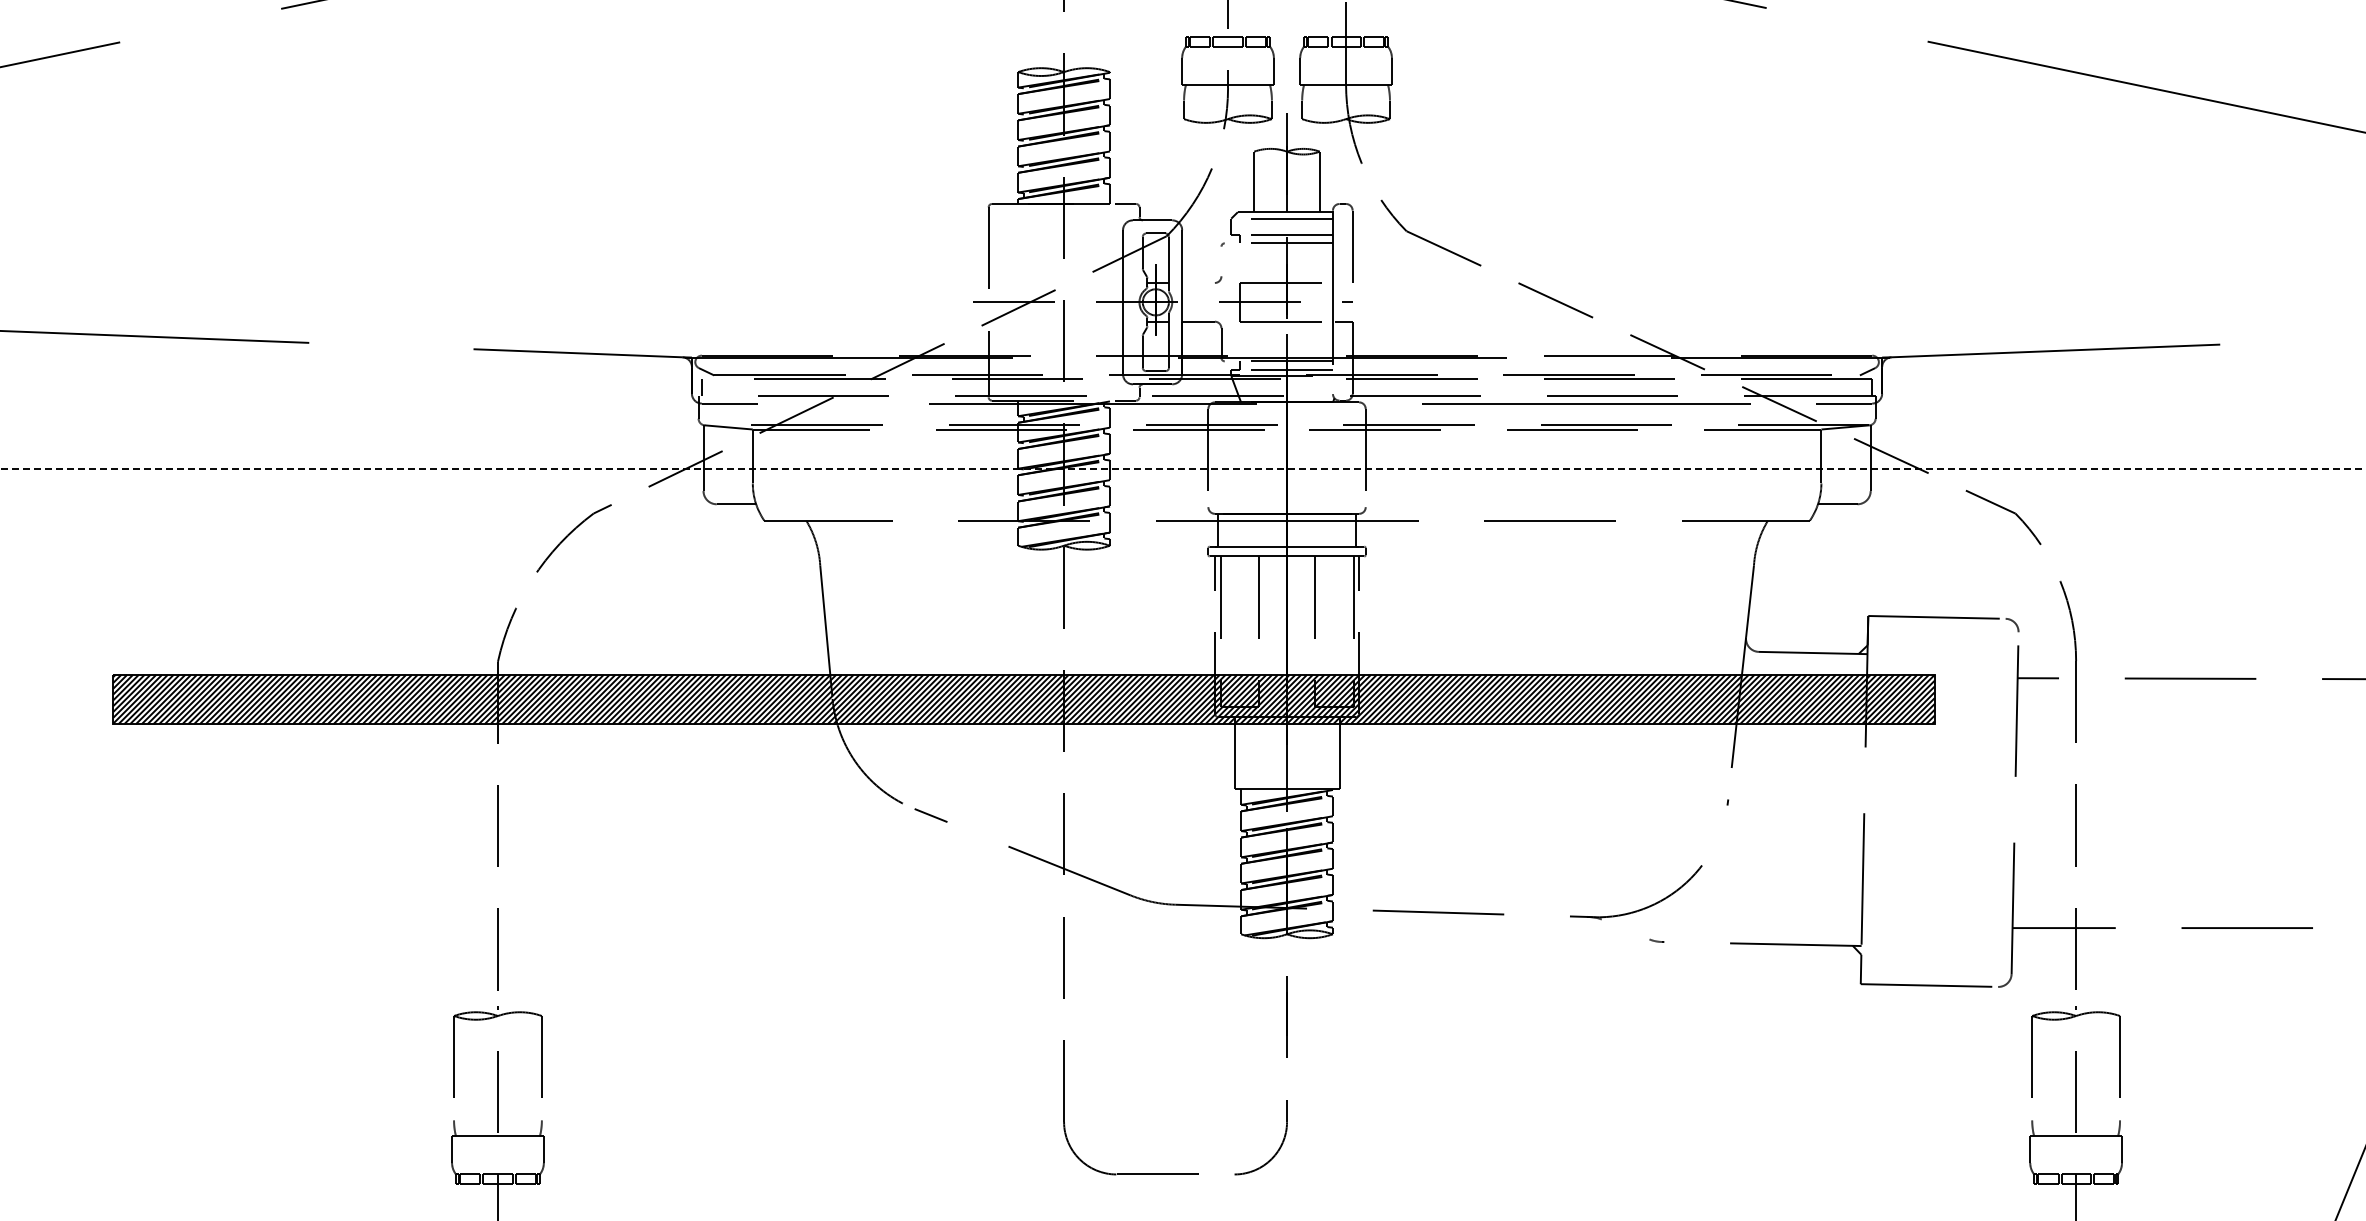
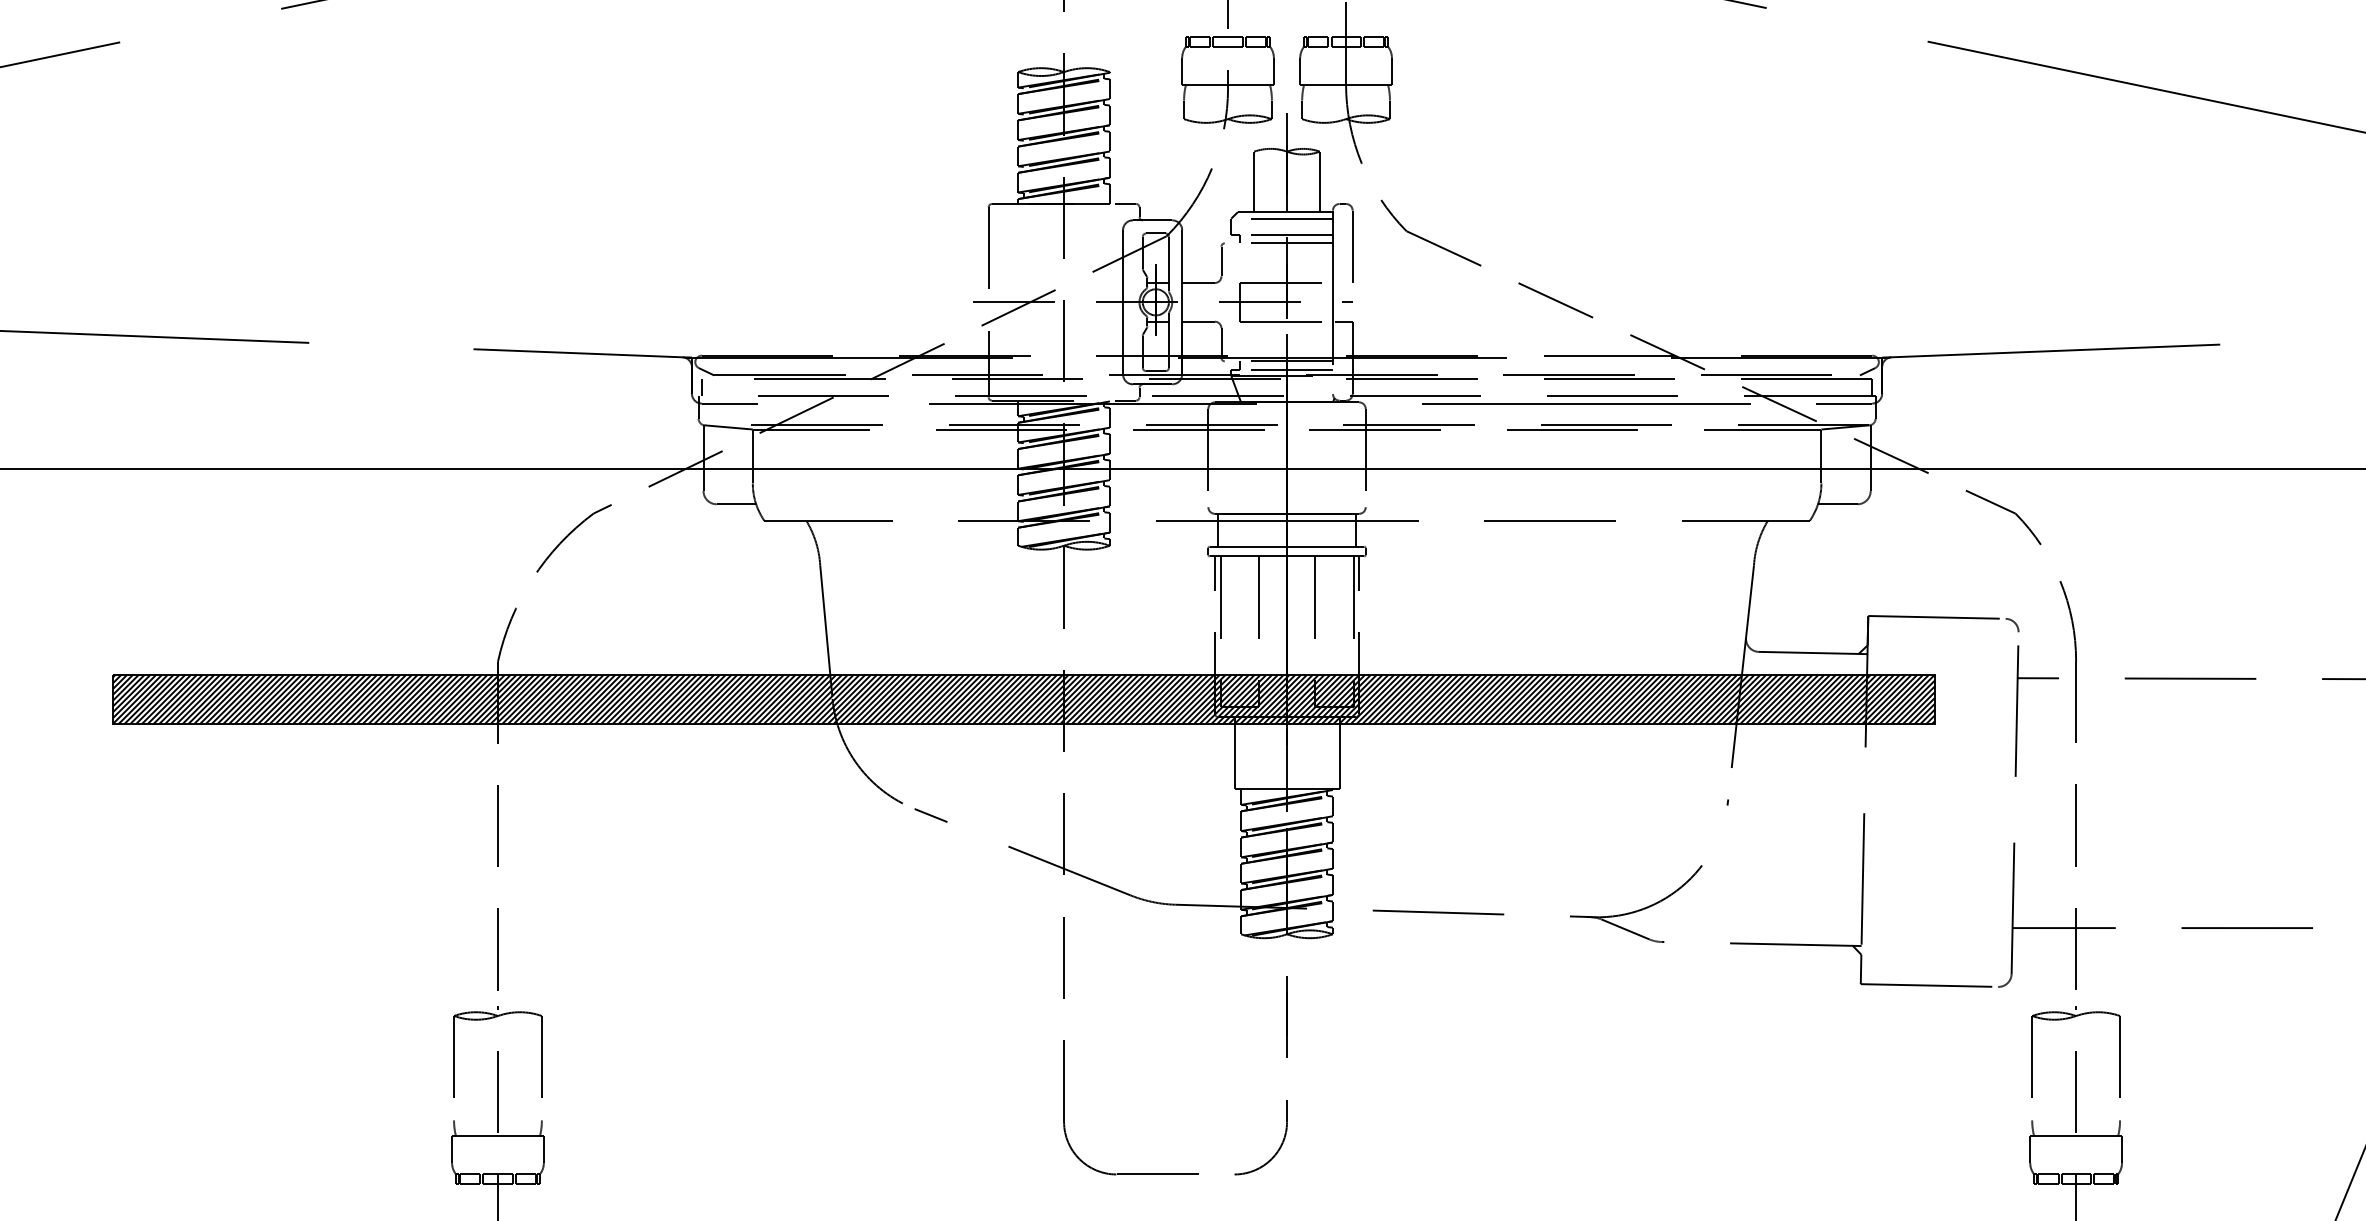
line at (1221, 261): none -> present
line at (1198, 283): none -> present
line at (1183, 469): dashed -> solid
line at (1625, 929): none -> present
